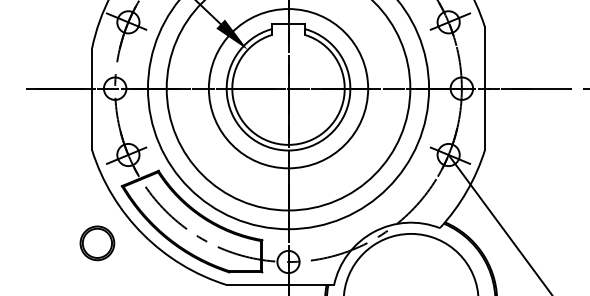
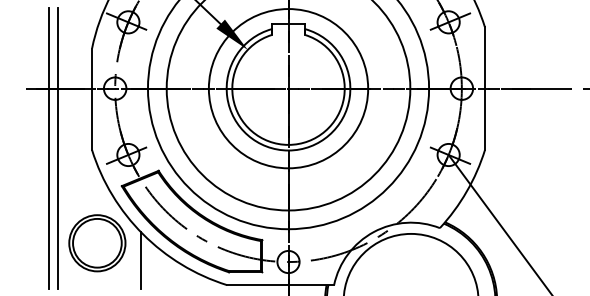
line at (48, 148): none -> present
line at (57, 148): none -> present
part at (97, 243) size: 37x37 px -> 59x59 px
line at (141, 260): none -> present
